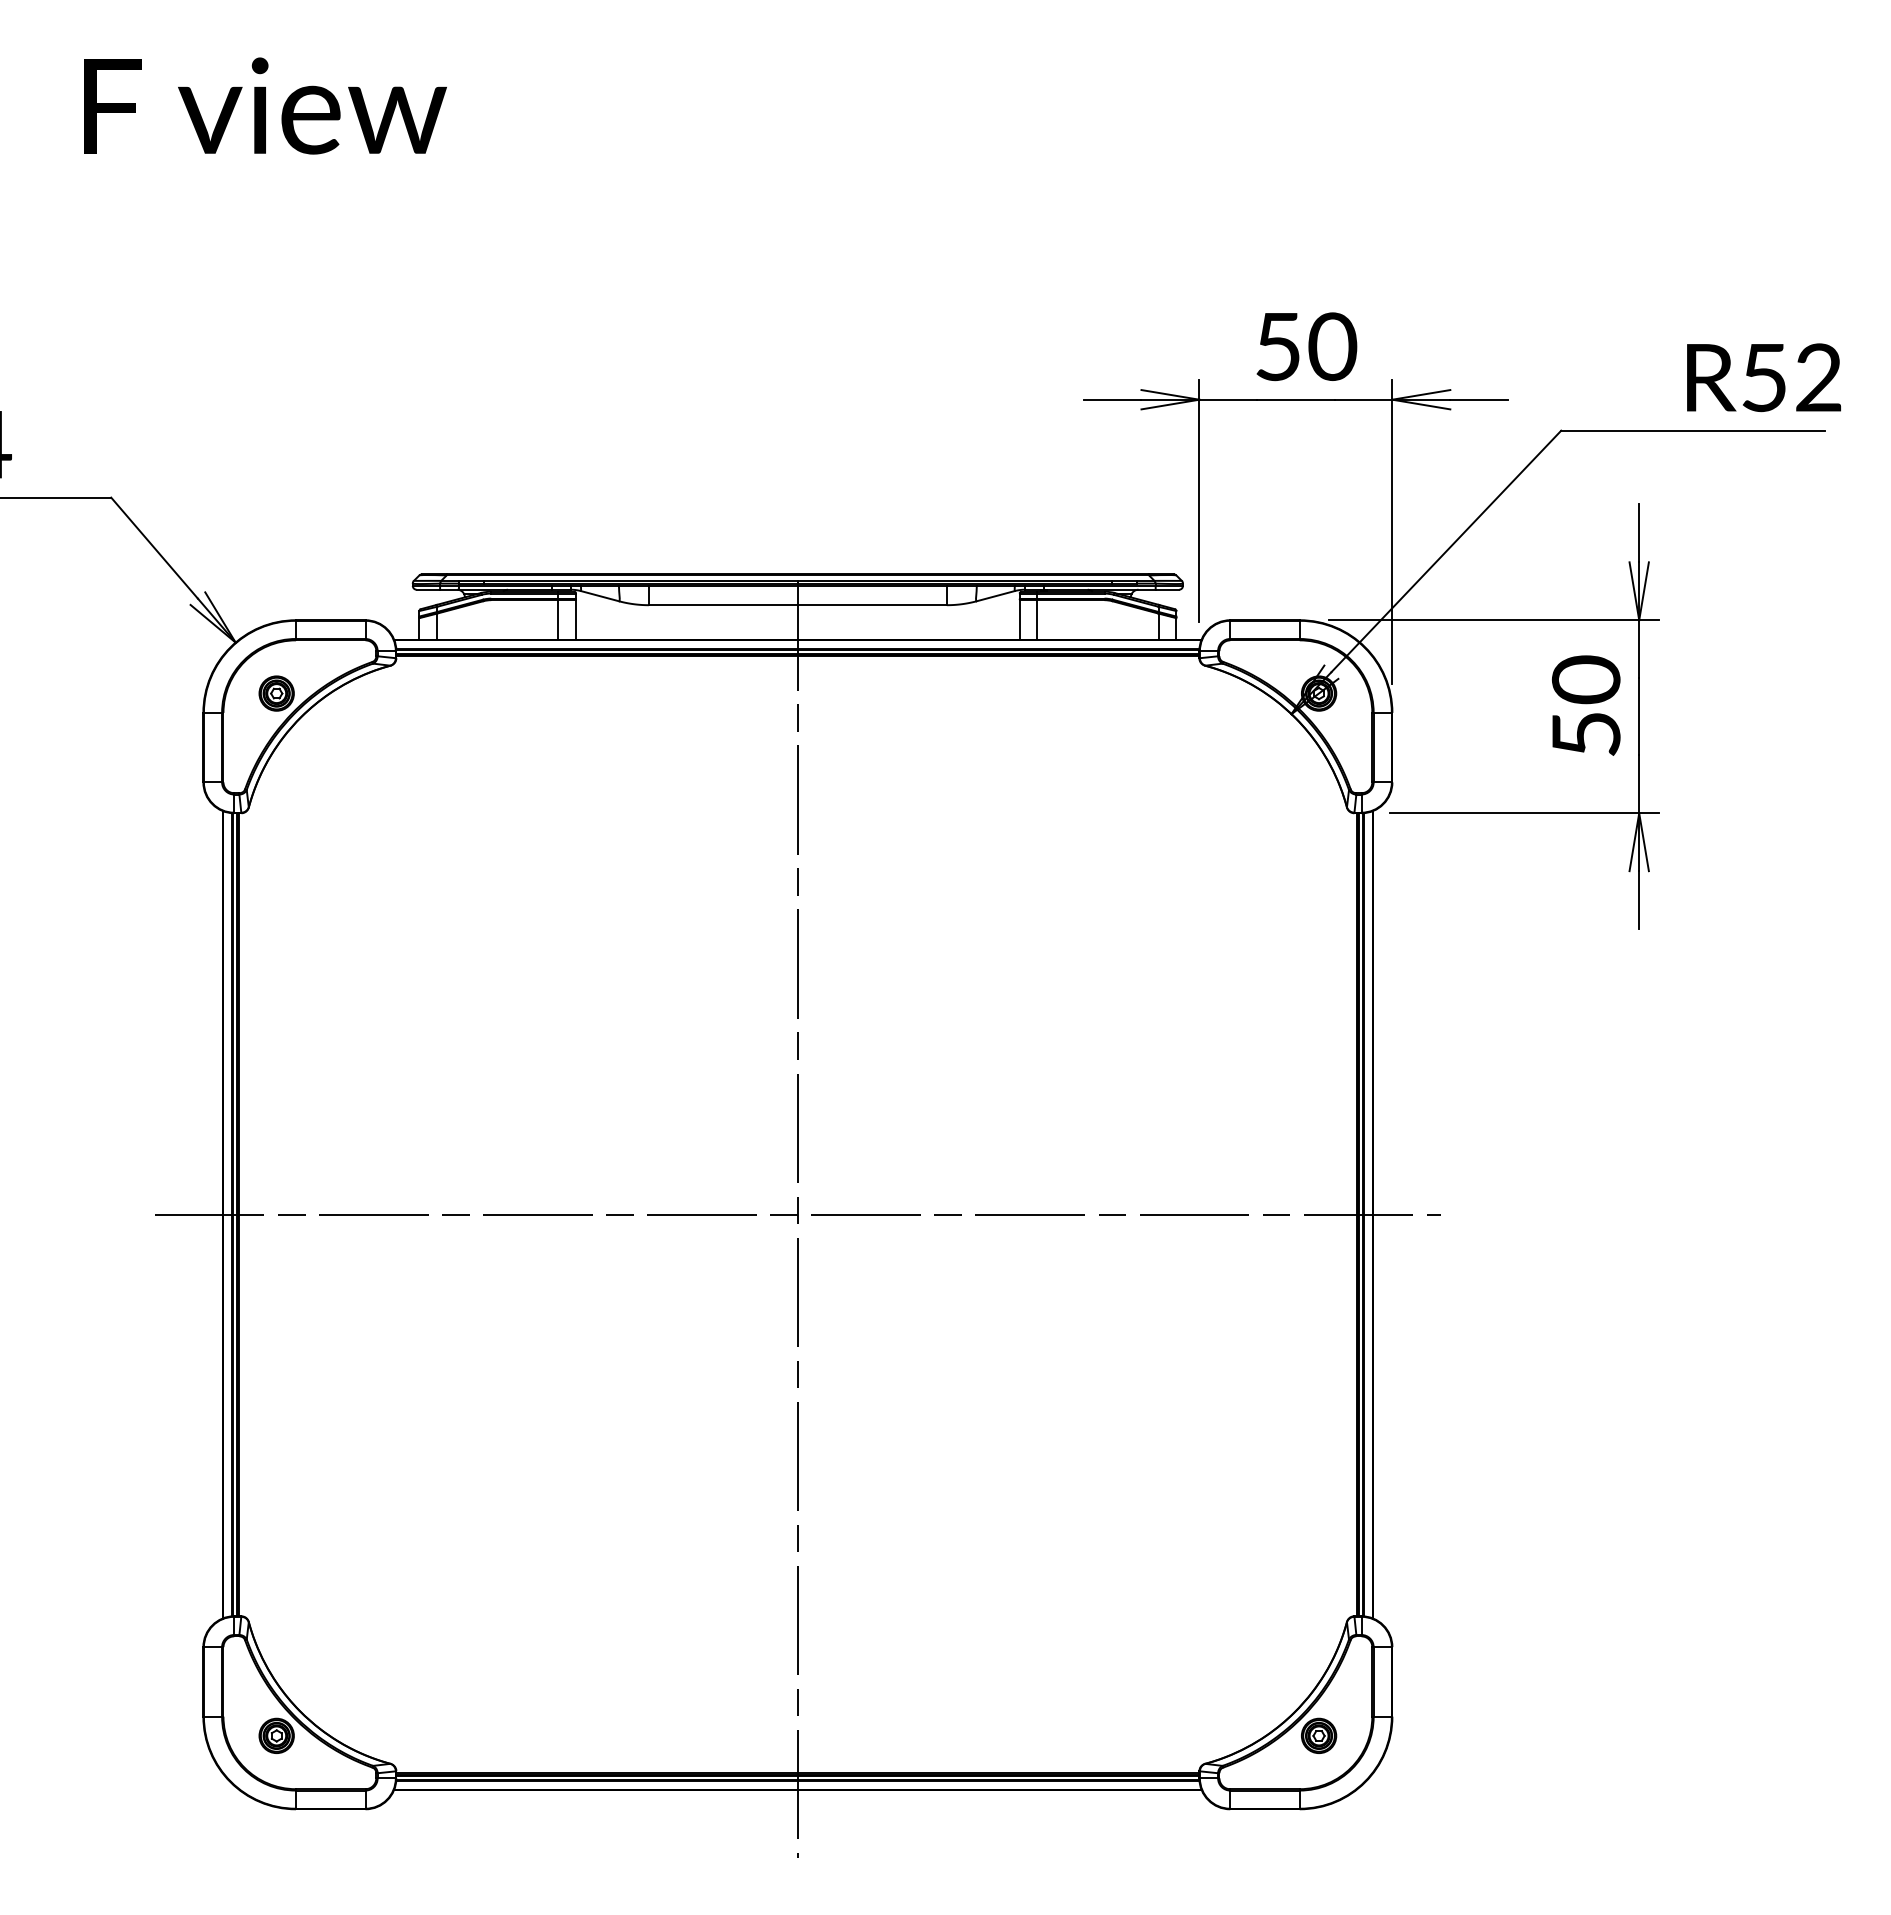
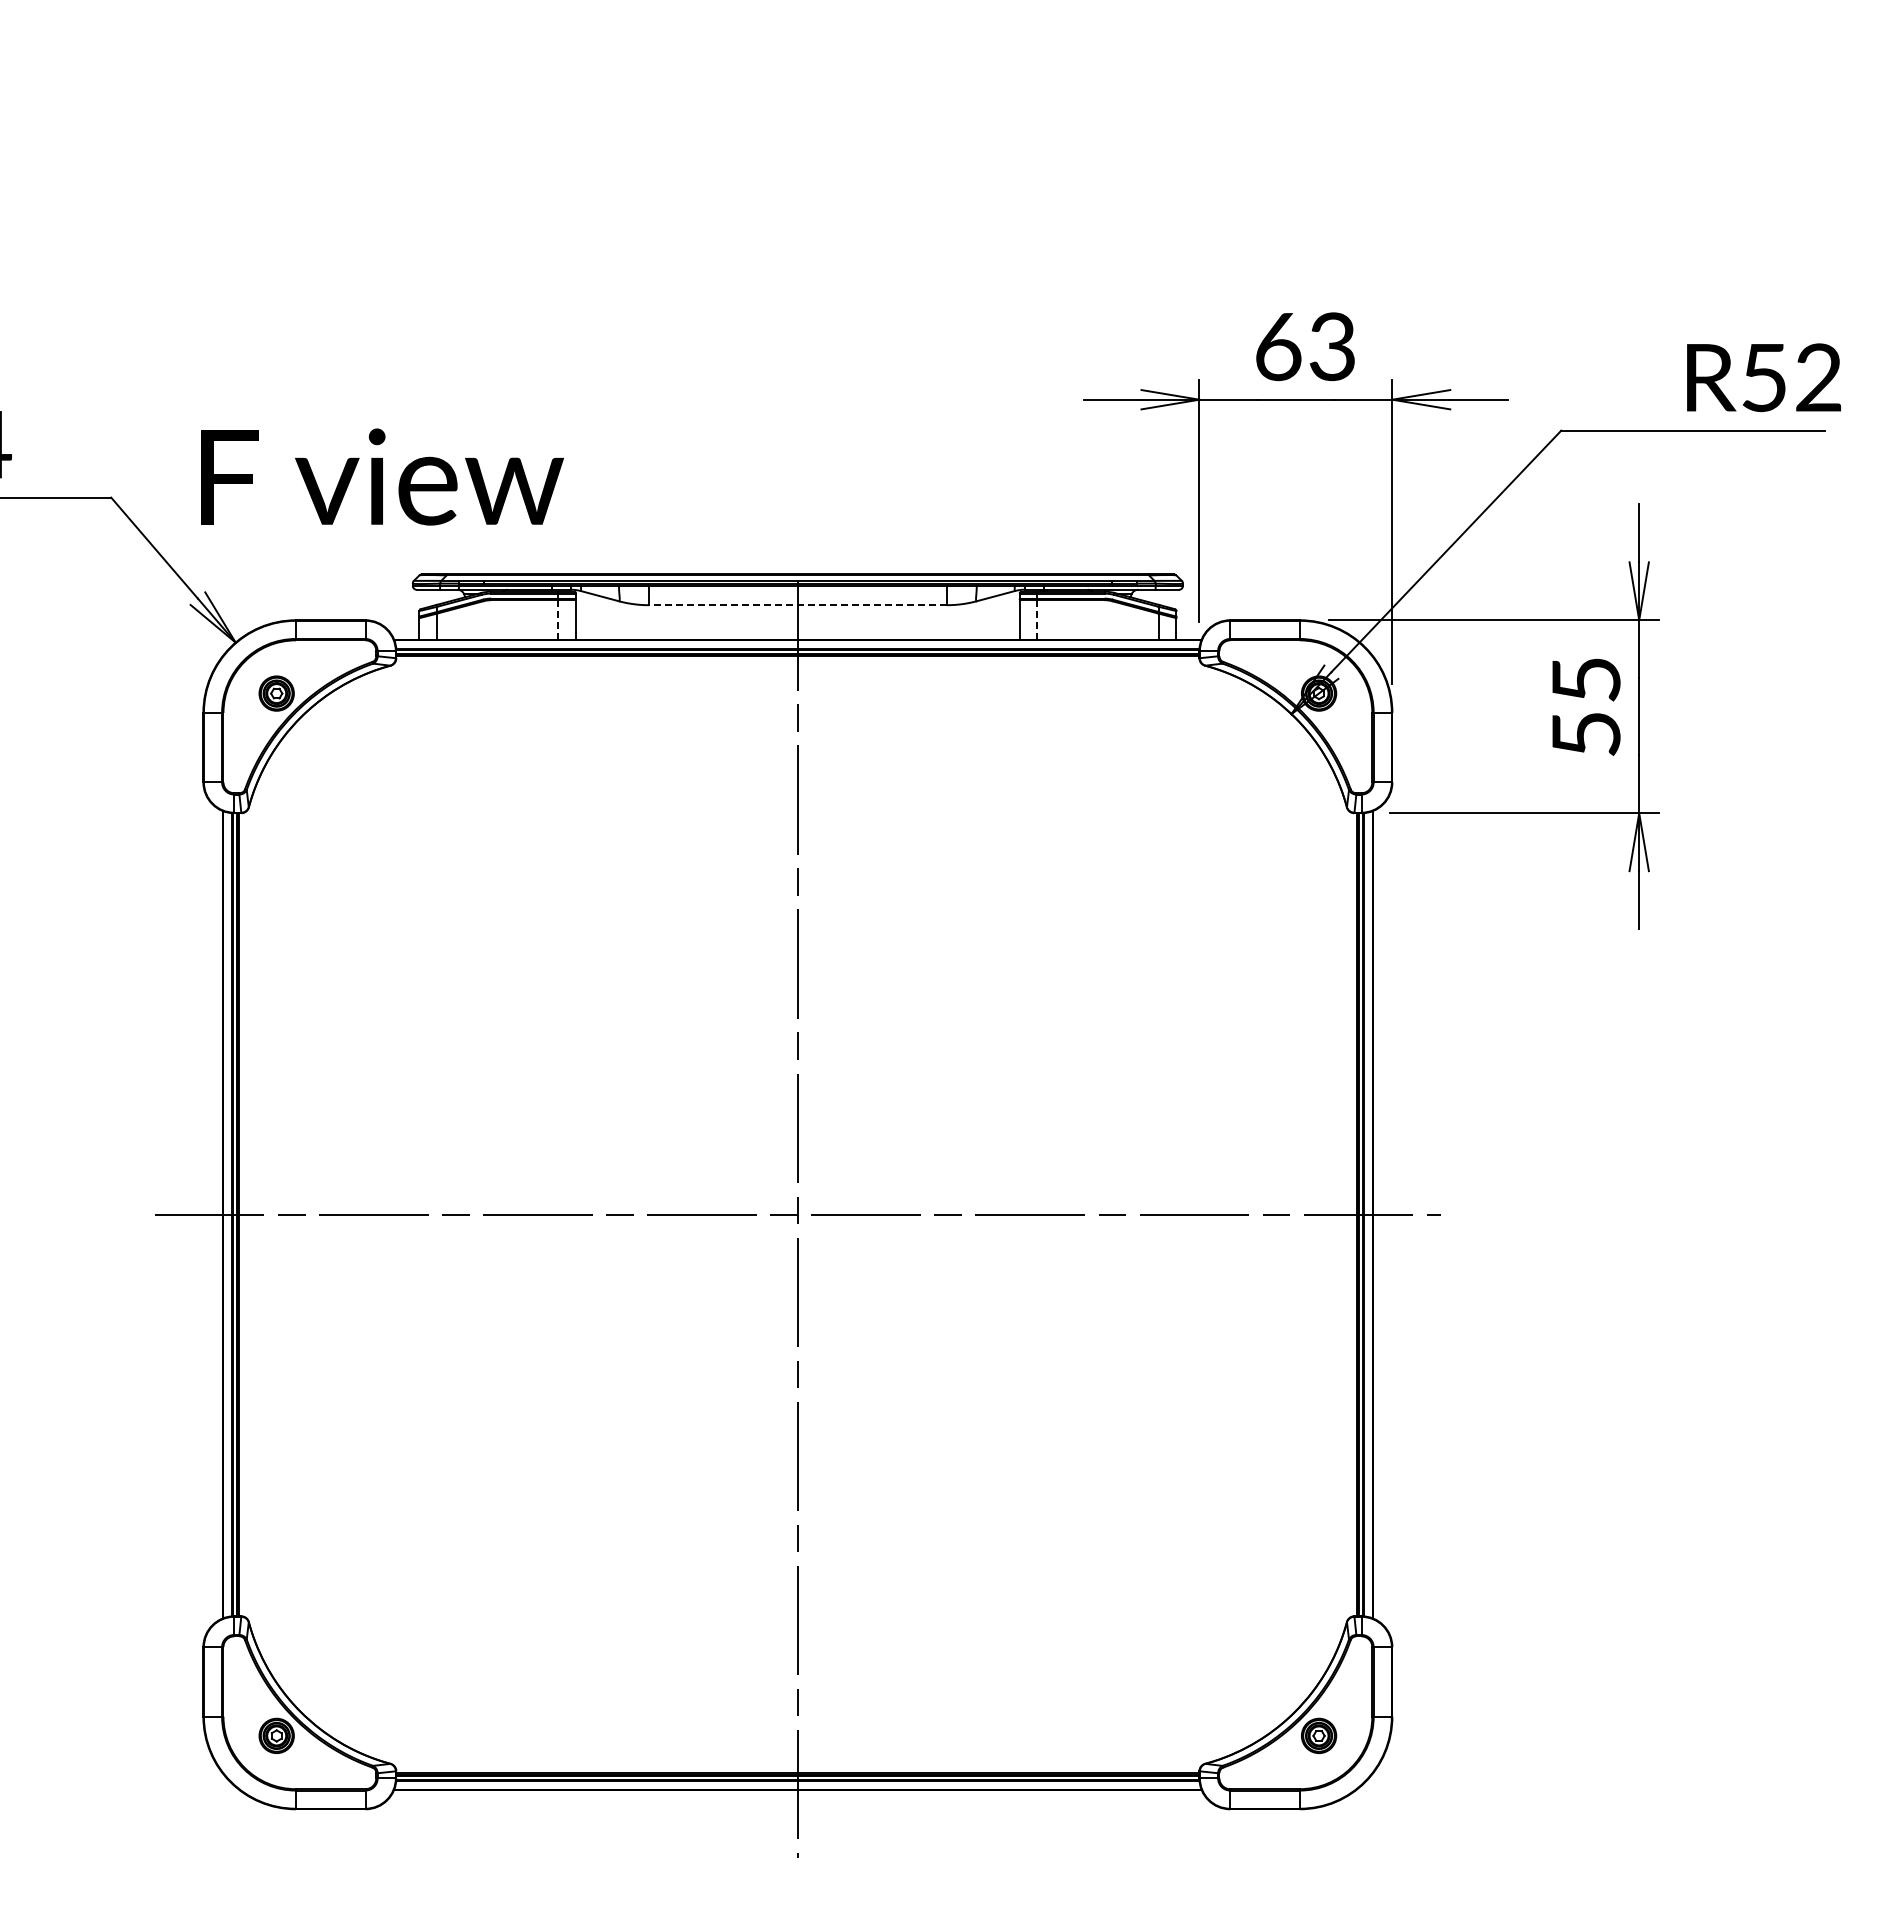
text at (265, 105) position: (265, 105) -> (382, 476)
text at (1306, 346): 50 -> 63
line at (797, 605): solid -> dashed
line at (558, 619): solid -> dashed
line at (1037, 619): solid -> dashed
text at (1585, 679): 50 -> 55
